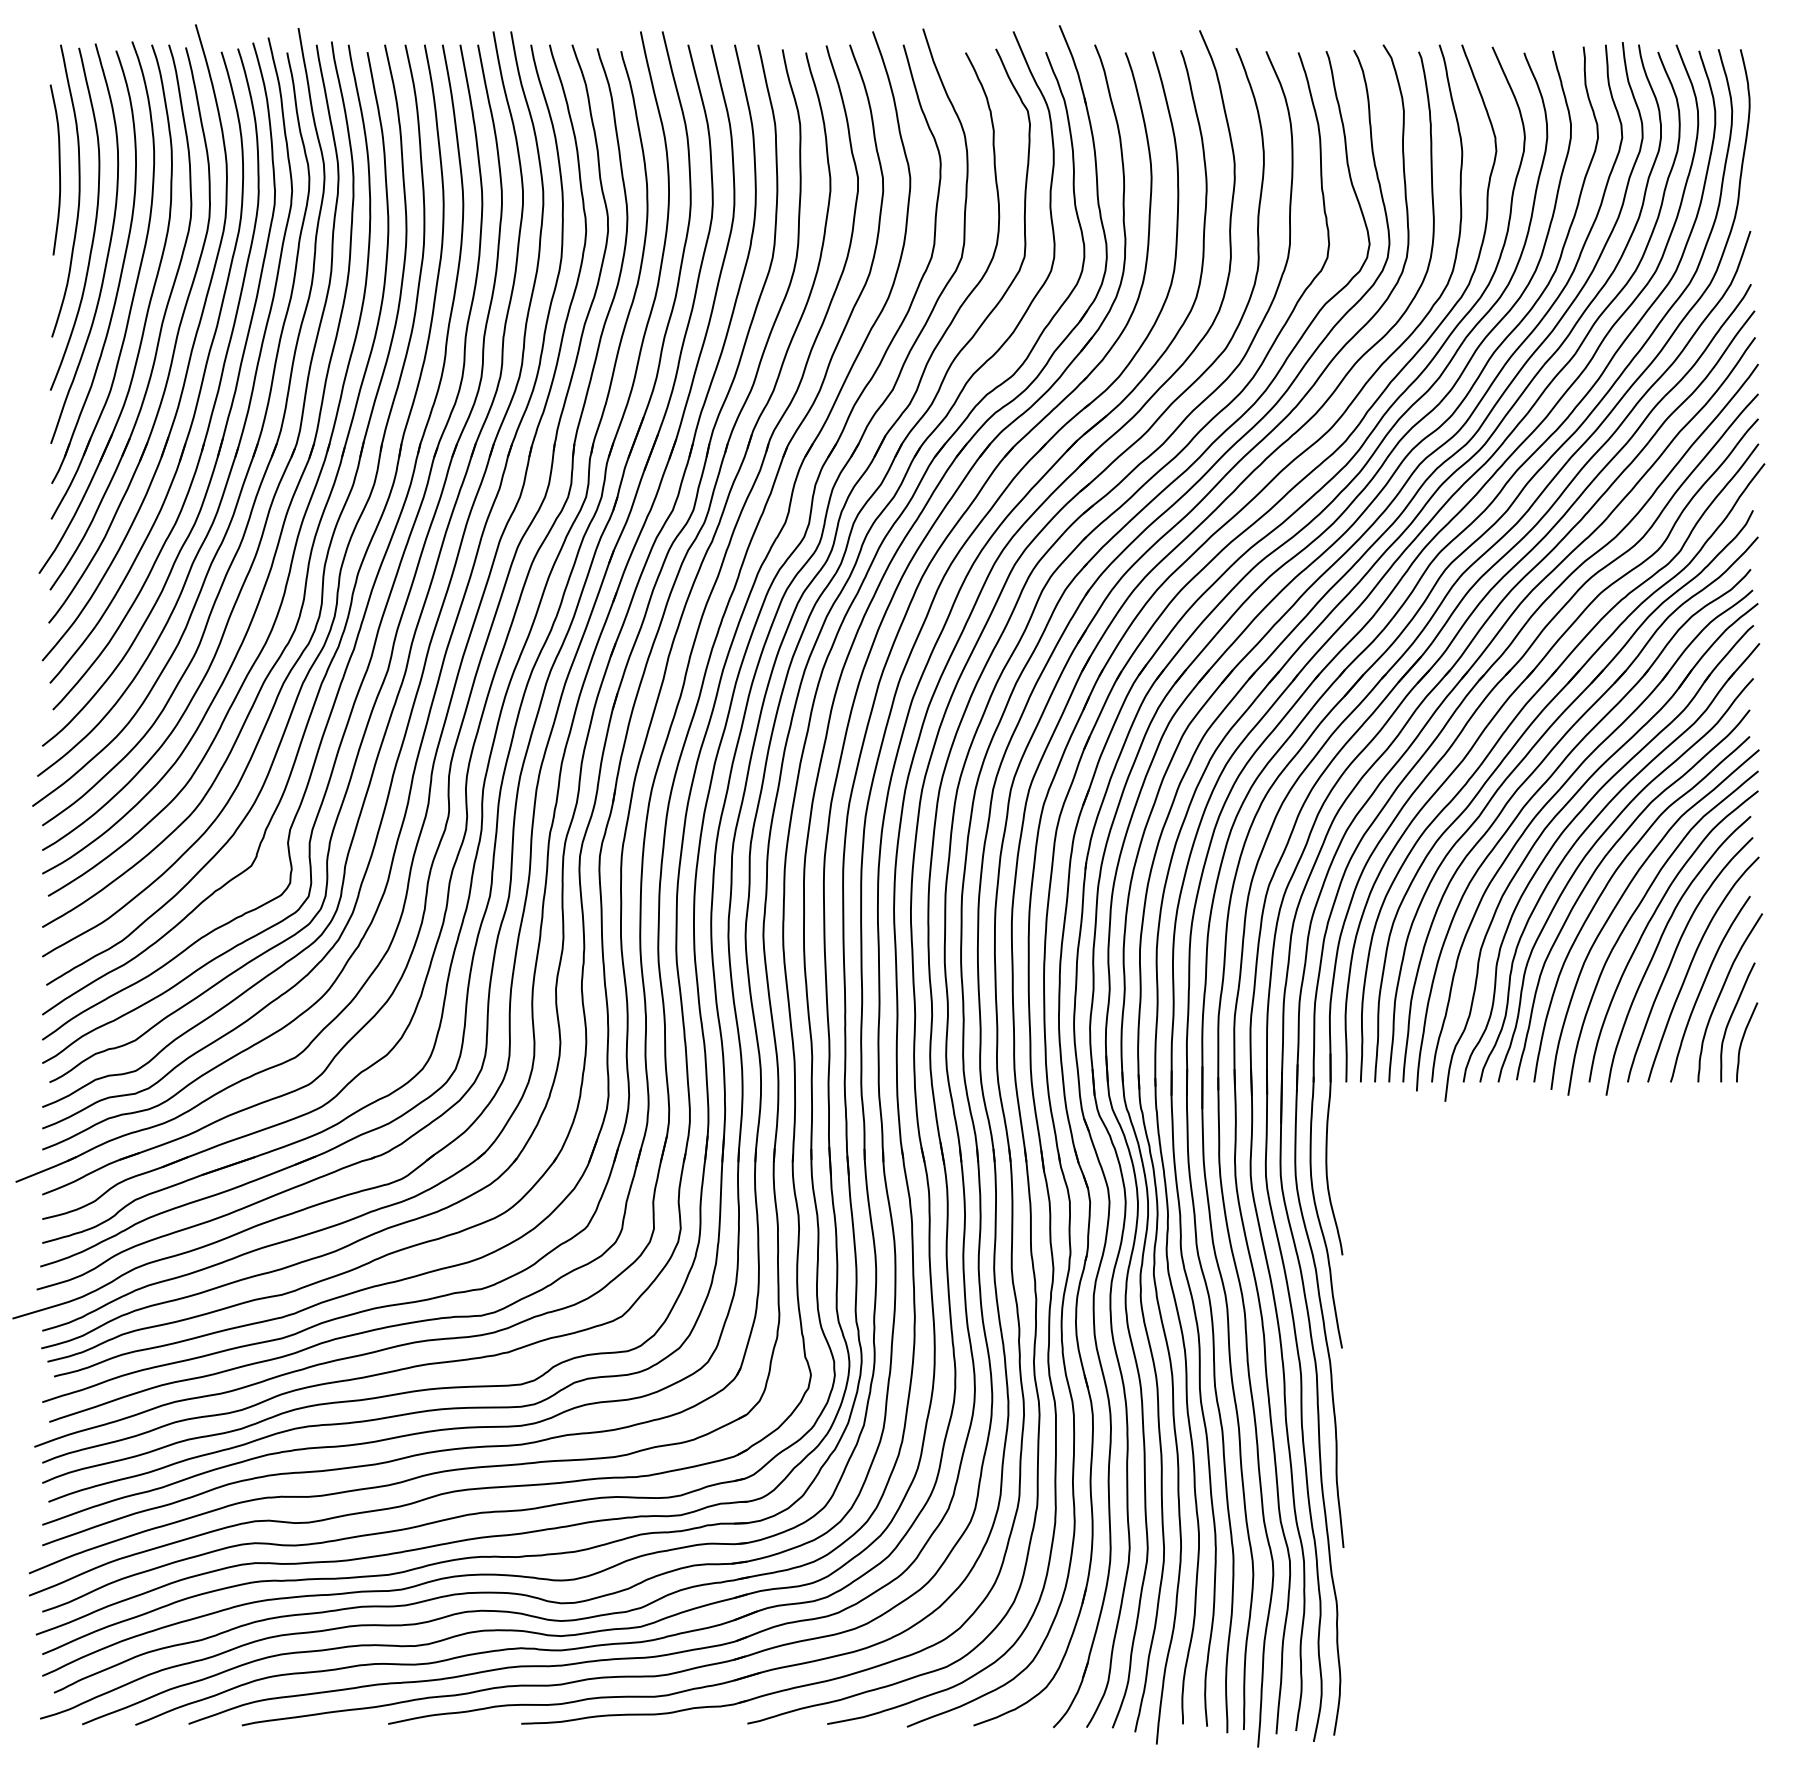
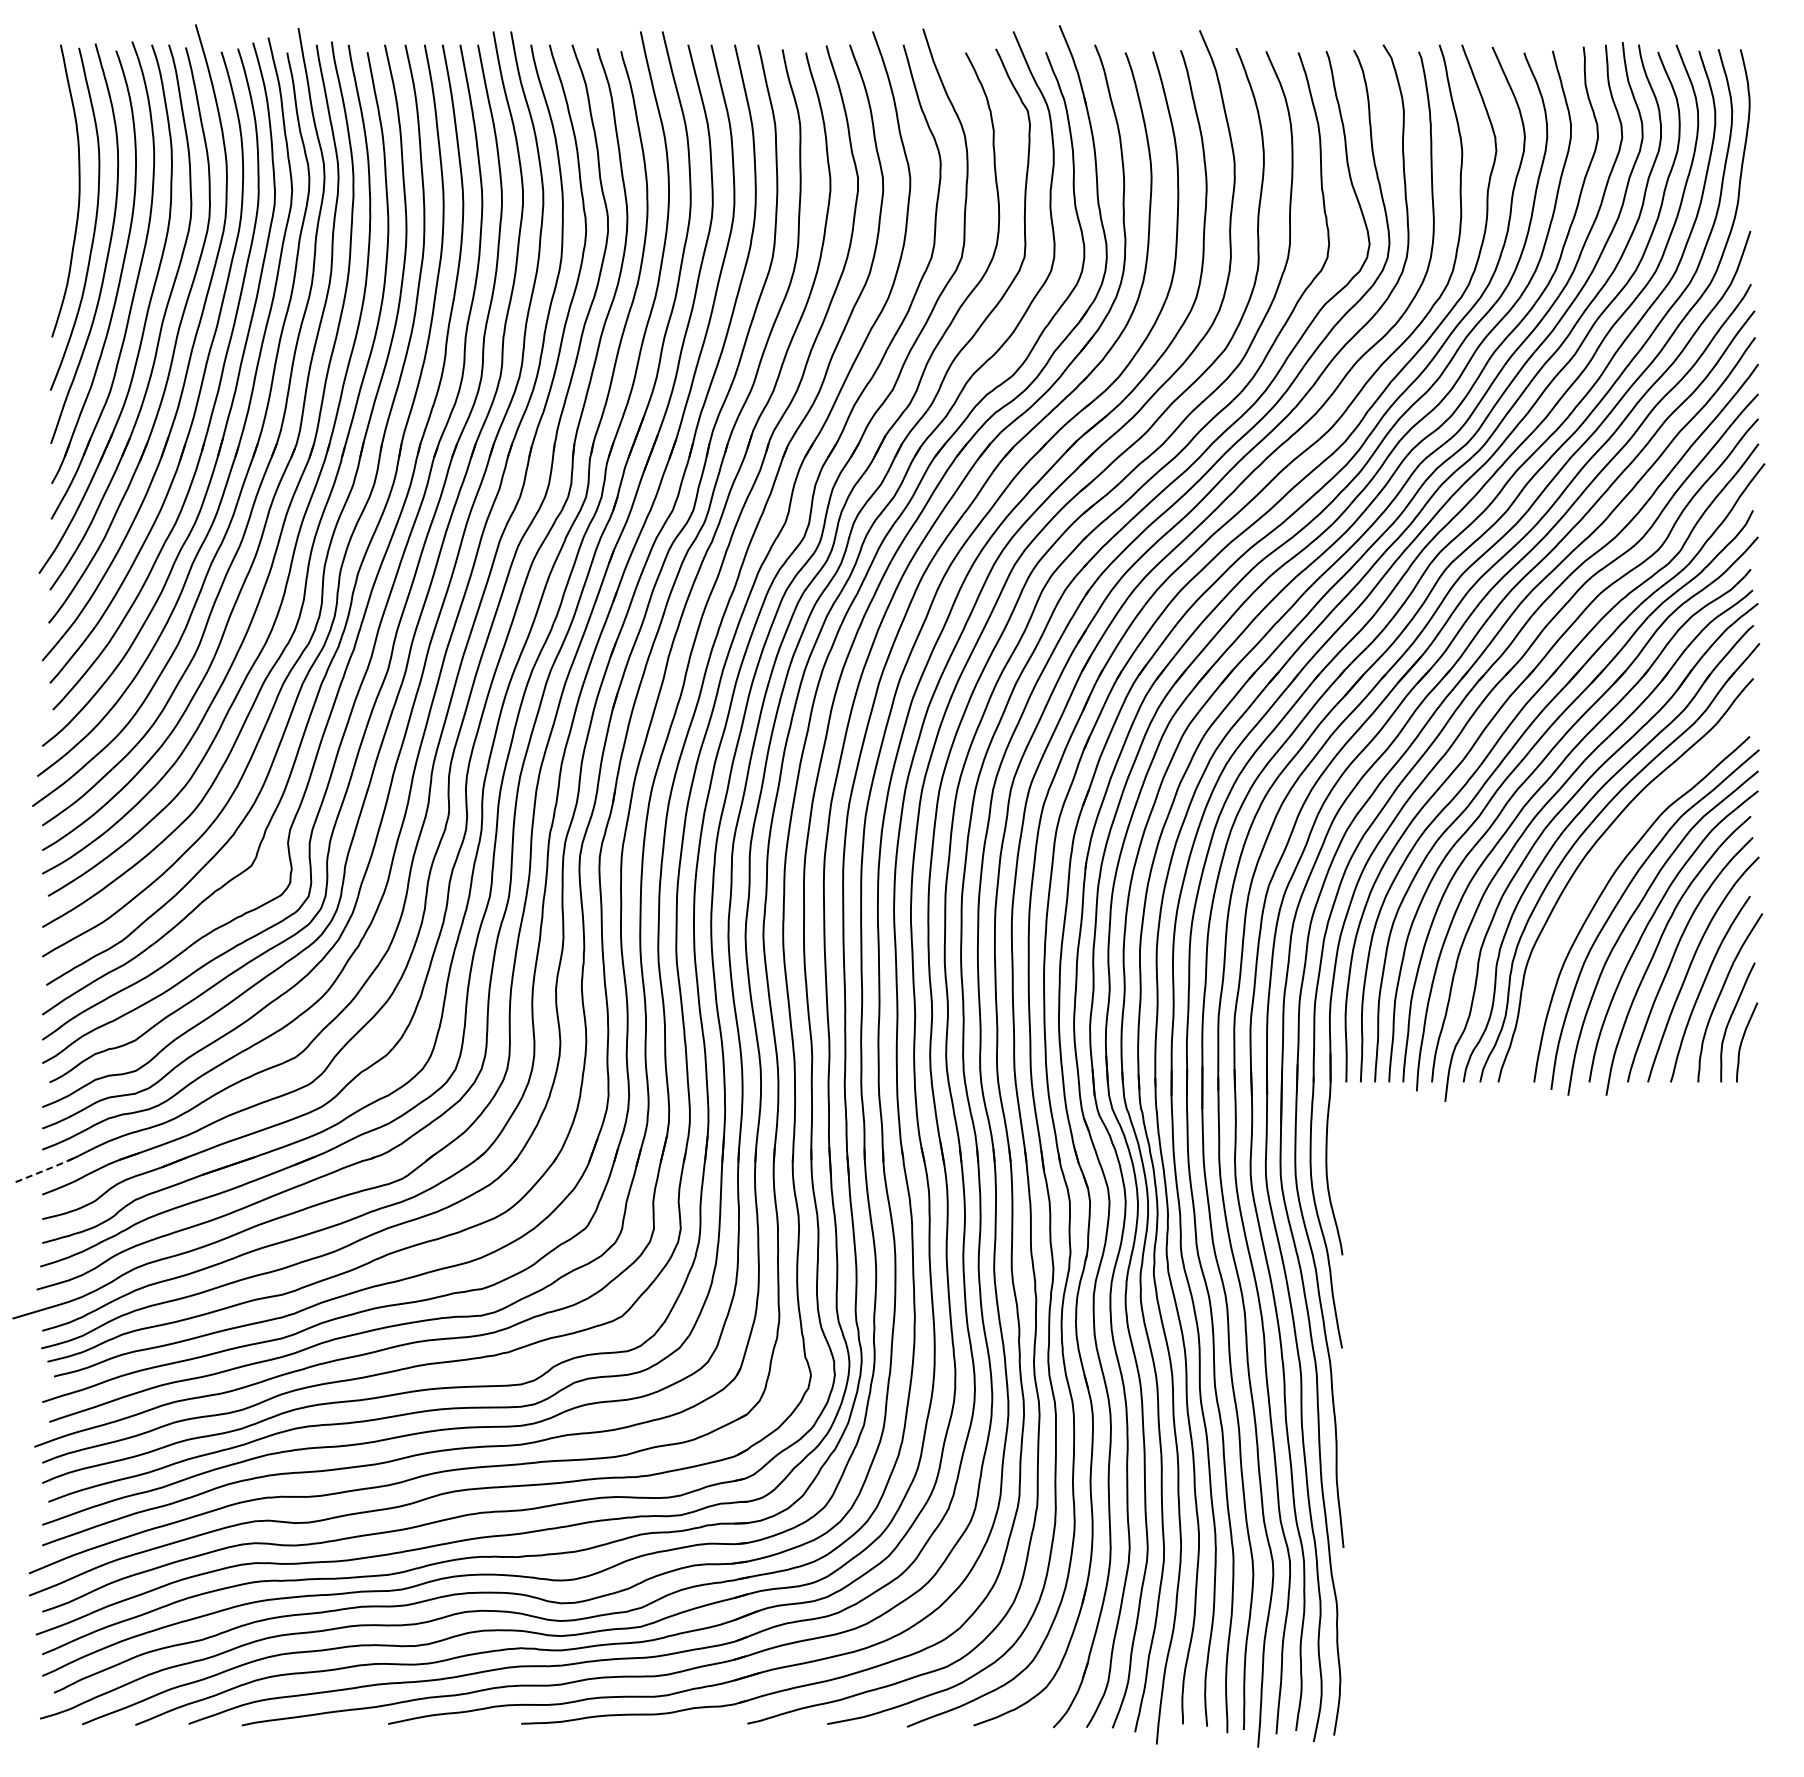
curve at (59, 169): present -> none
curve at (1597, 869): present -> none
line at (48, 1169): solid -> dashed
